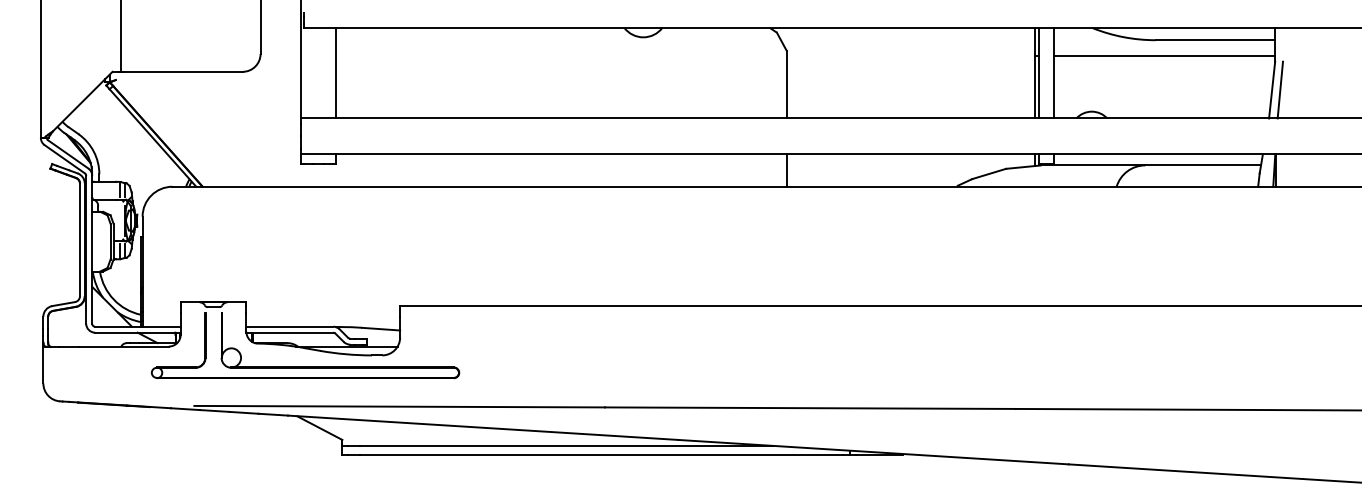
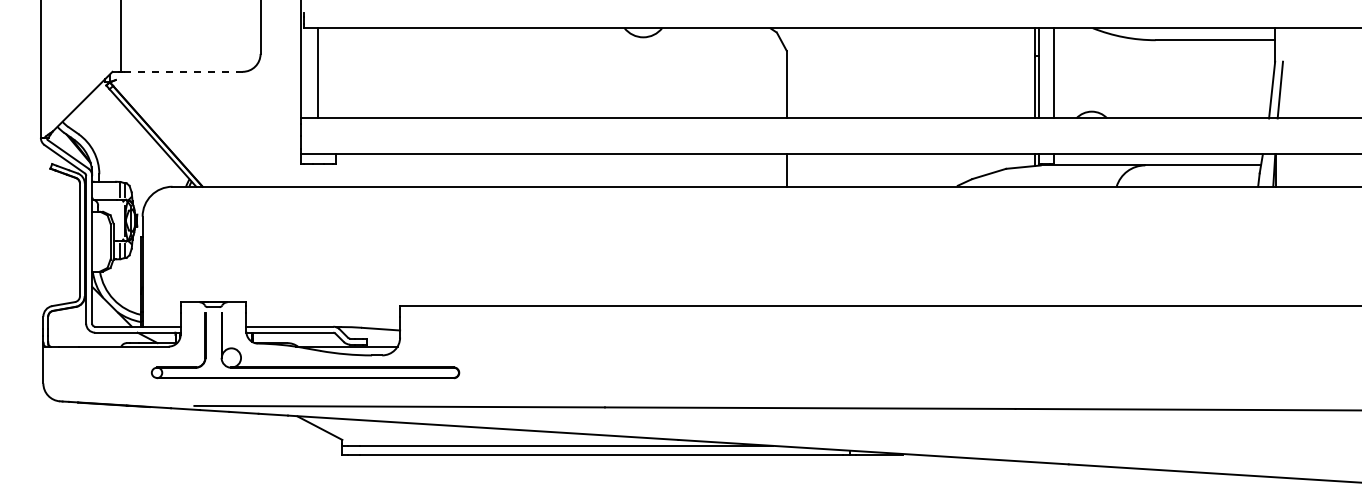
line at (1164, 55): present -> none
line at (184, 71): solid -> dashed
line at (336, 73) position: (336, 73) -> (318, 73)
